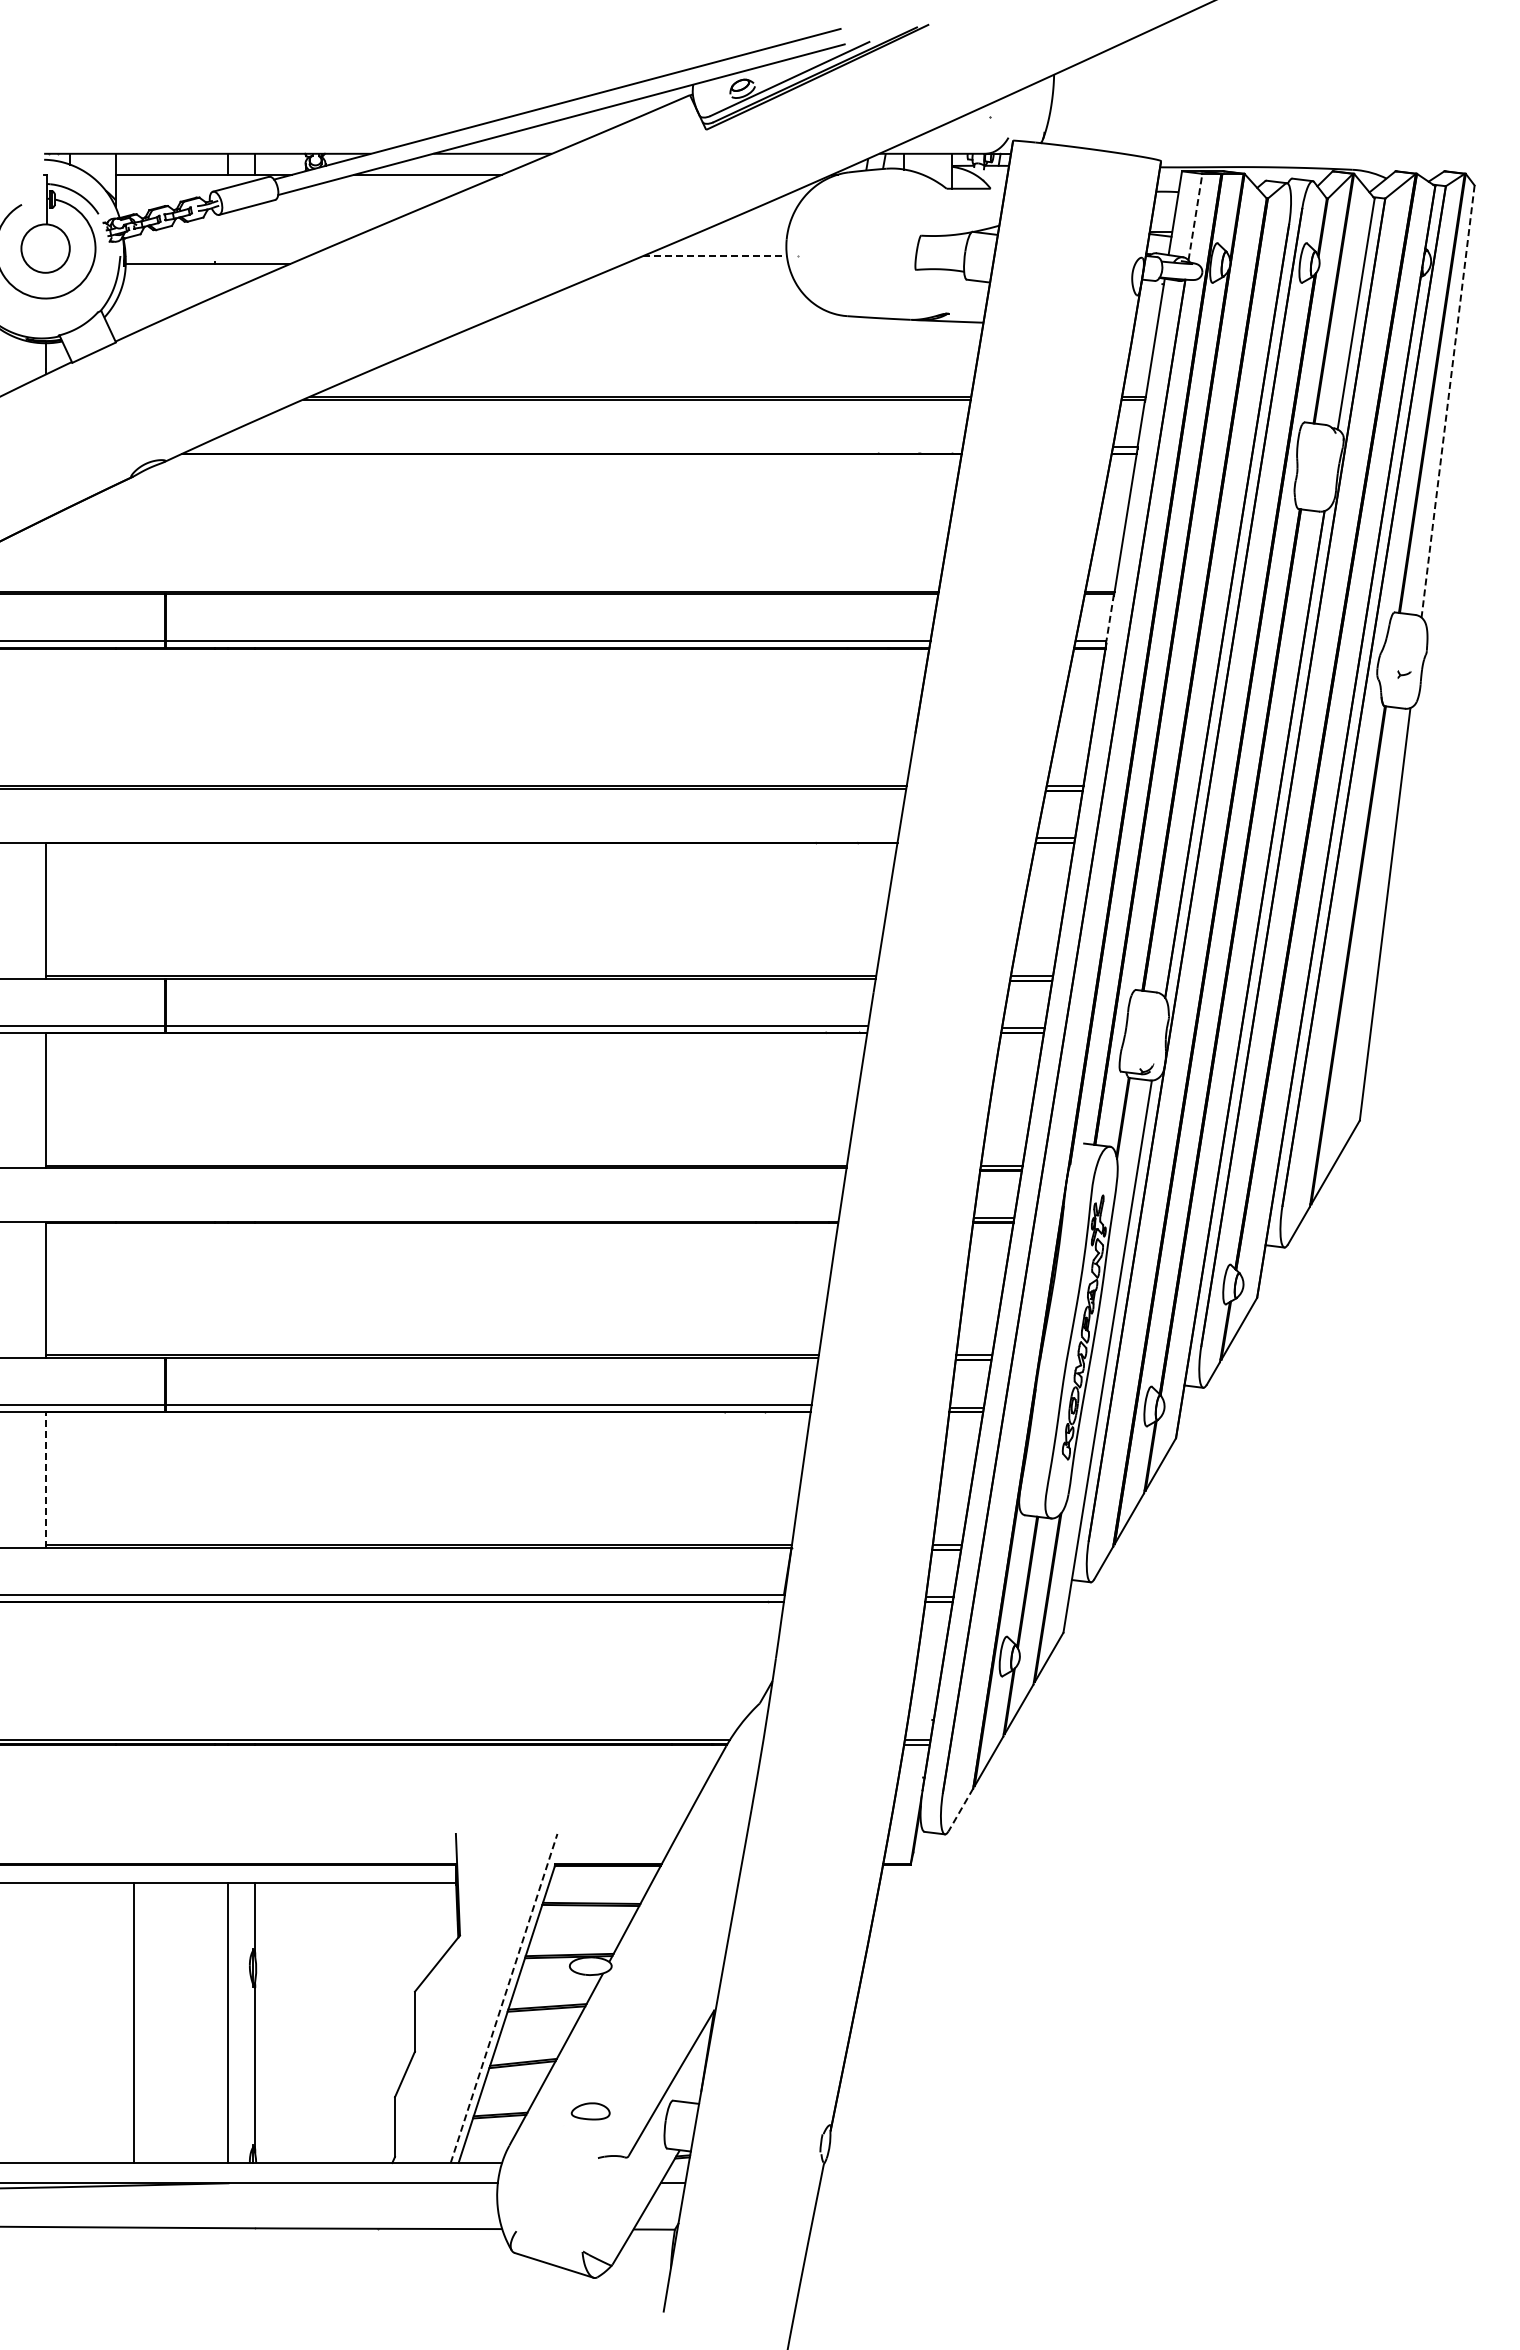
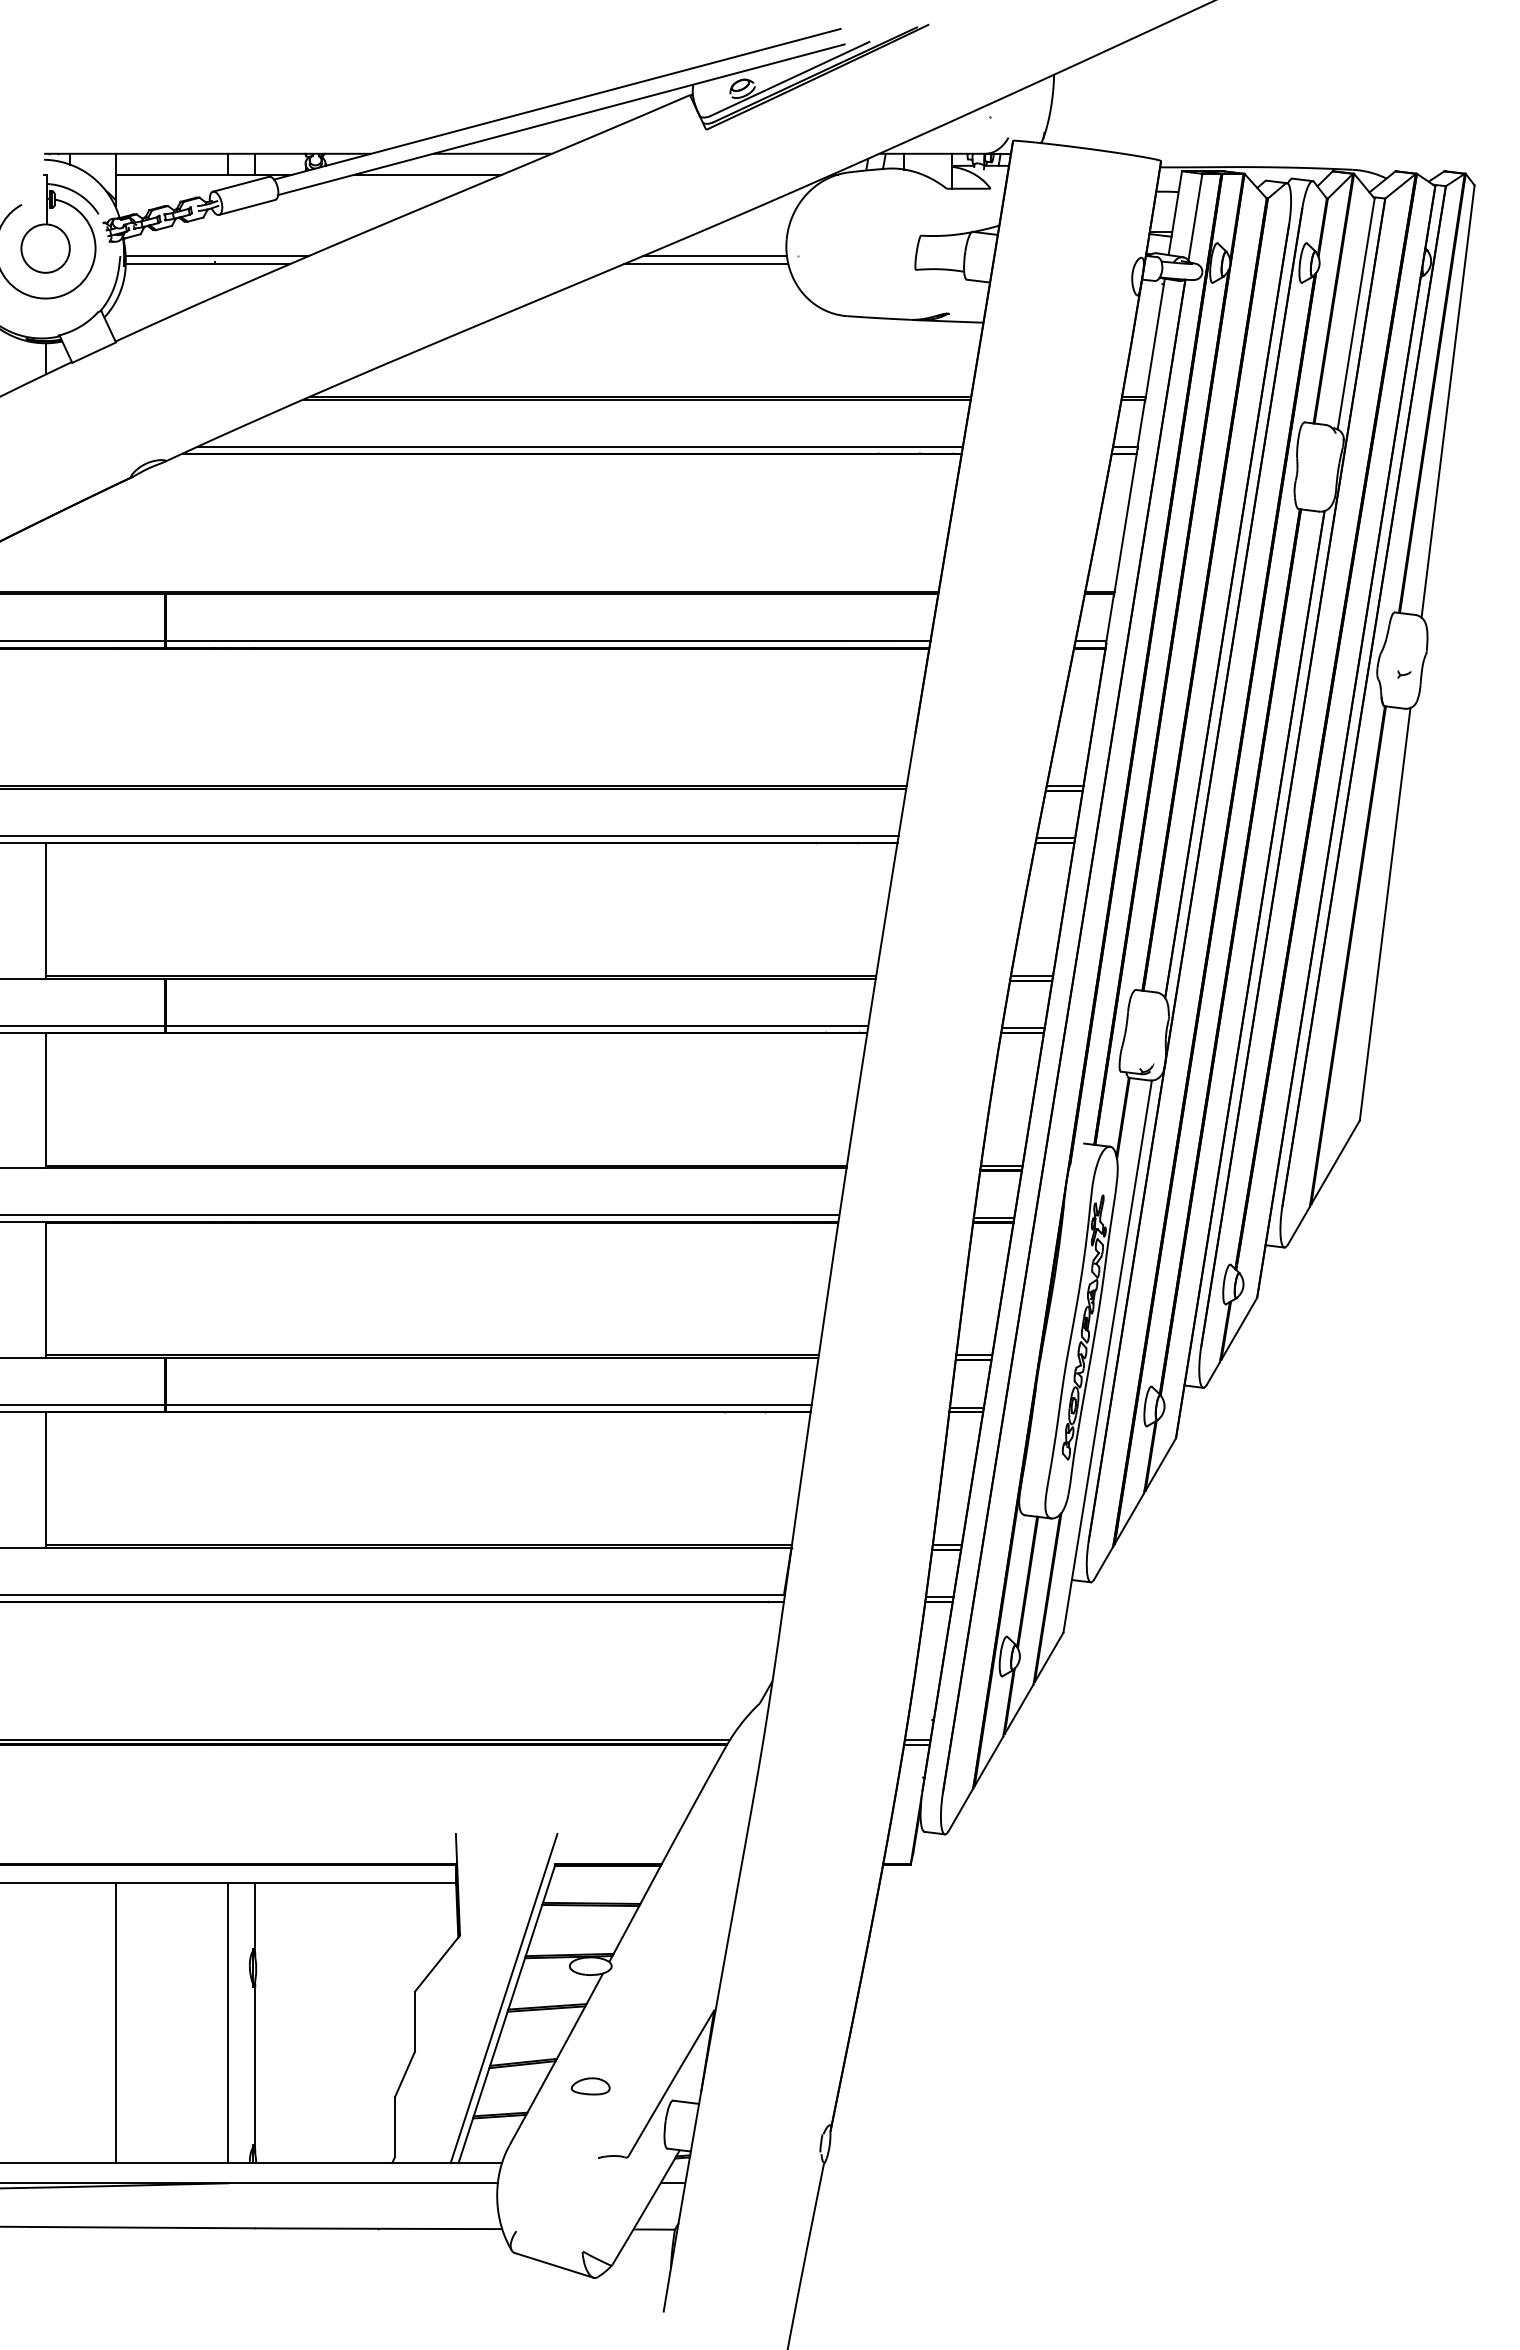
line at (1195, 217): dashed -> solid
line at (216, 256): none -> present
line at (715, 256): dashed -> solid
line at (705, 264): none -> present
line at (1448, 401): dashed -> solid
line at (579, 446): none -> present
line at (1110, 617): dashed -> solid
line at (450, 836): none -> present
line at (420, 1215): none -> present
line at (46, 1480): dashed -> solid
line at (960, 1809): dashed -> solid
line at (504, 1998): dashed -> solid
line at (133, 2022) position: (133, 2022) -> (115, 2022)
part at (590, 2111) position: (590, 2111) -> (590, 2086)
